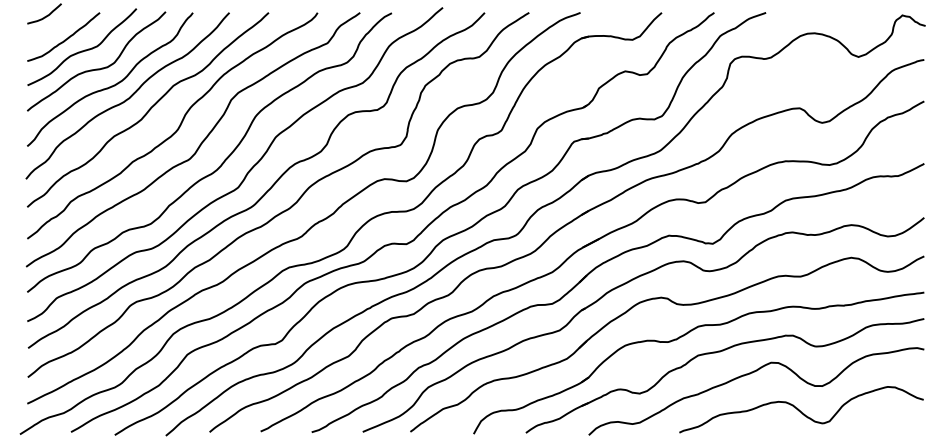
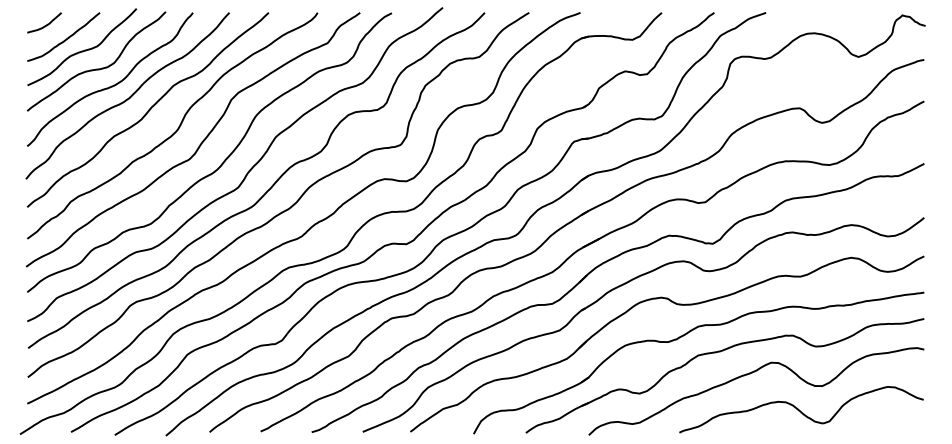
curve at (46, 15) position: (46, 15) -> (46, 24)
